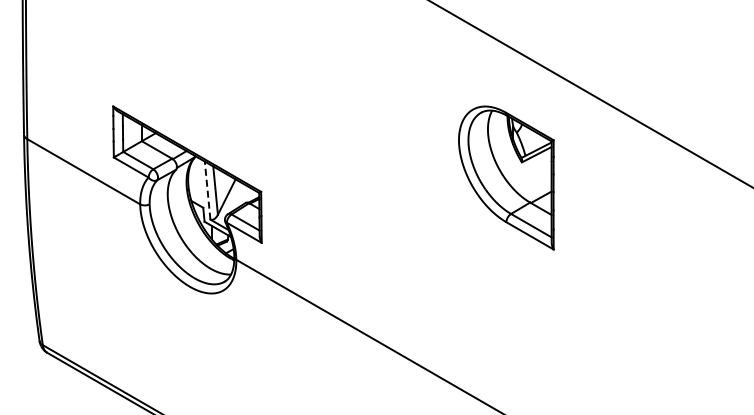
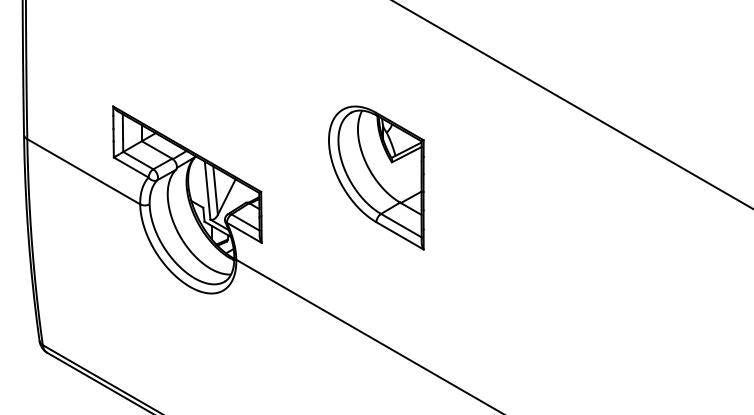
line at (590, 94) position: (590, 94) -> (572, 104)
part at (506, 177) position: (506, 177) -> (376, 177)
line at (207, 190): dashed -> solid
